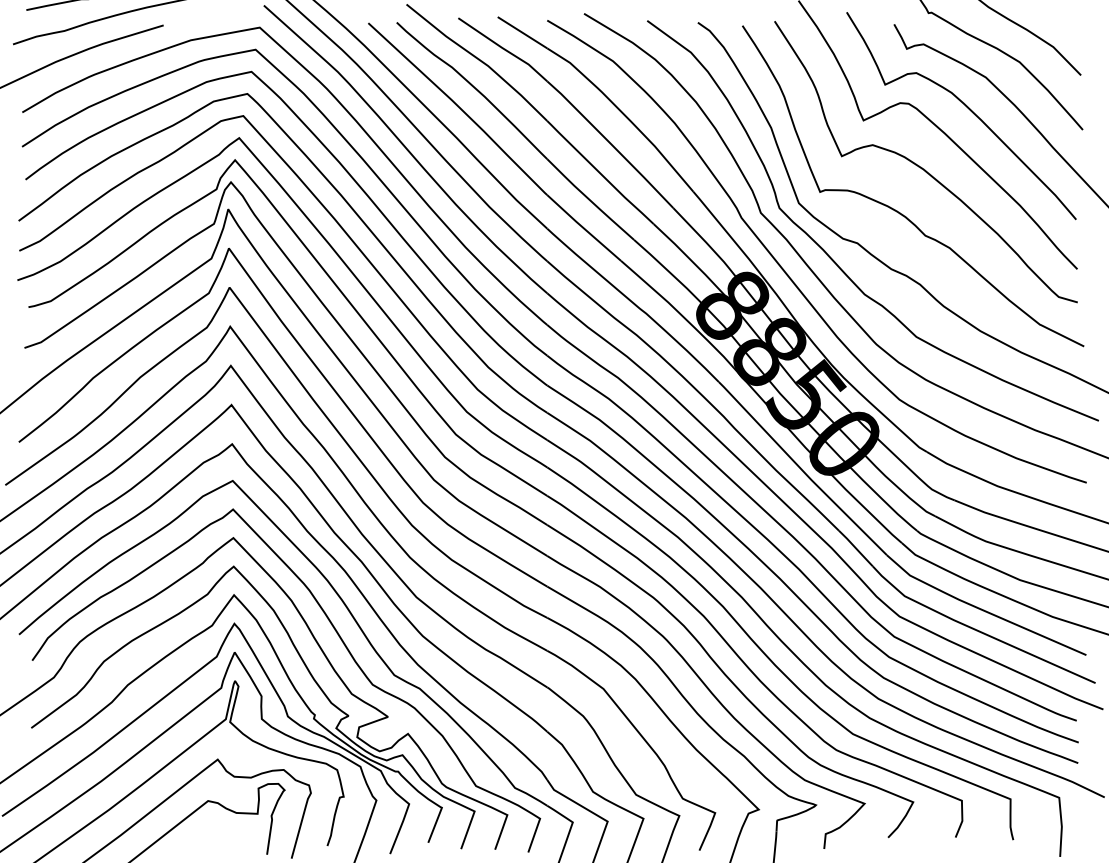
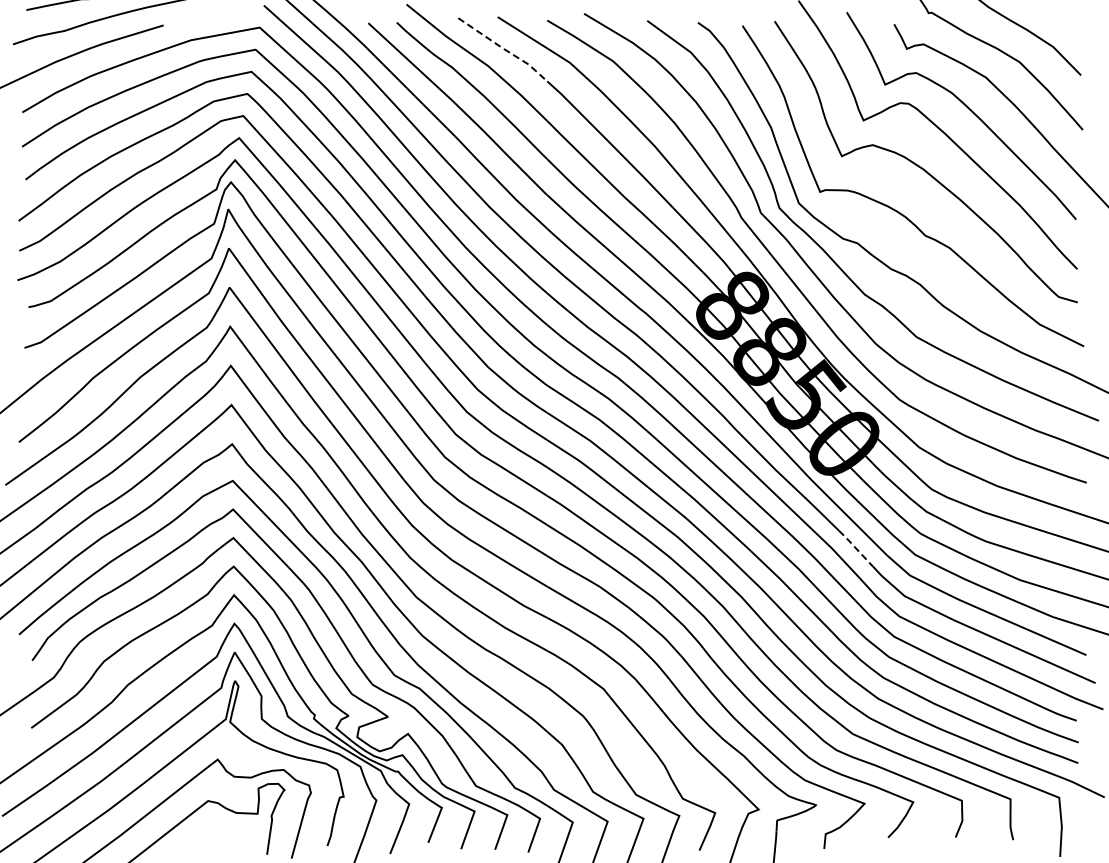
line at (503, 48): solid -> dashed
line at (856, 548): solid -> dashed
